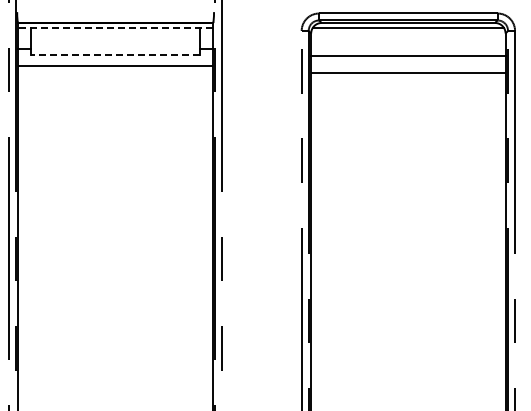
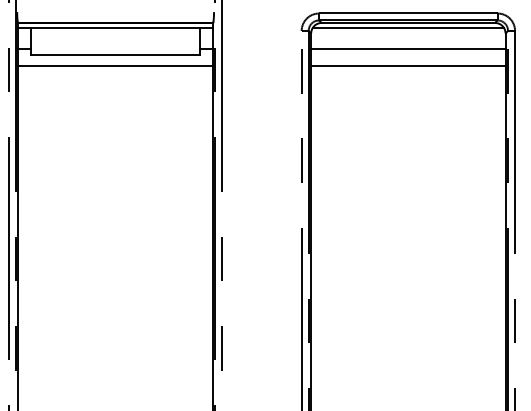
line at (115, 28): dashed -> solid
line at (115, 54): dashed -> solid
line at (408, 56) position: (408, 56) -> (408, 49)
line at (408, 73) position: (408, 73) -> (408, 66)
